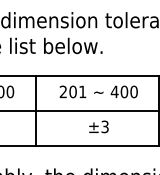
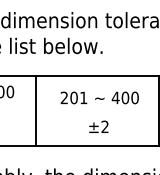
text at (98, 91) position: (98, 91) -> (99, 97)
line at (79, 110): present -> none
text at (104, 127): ±3 -> ±2
